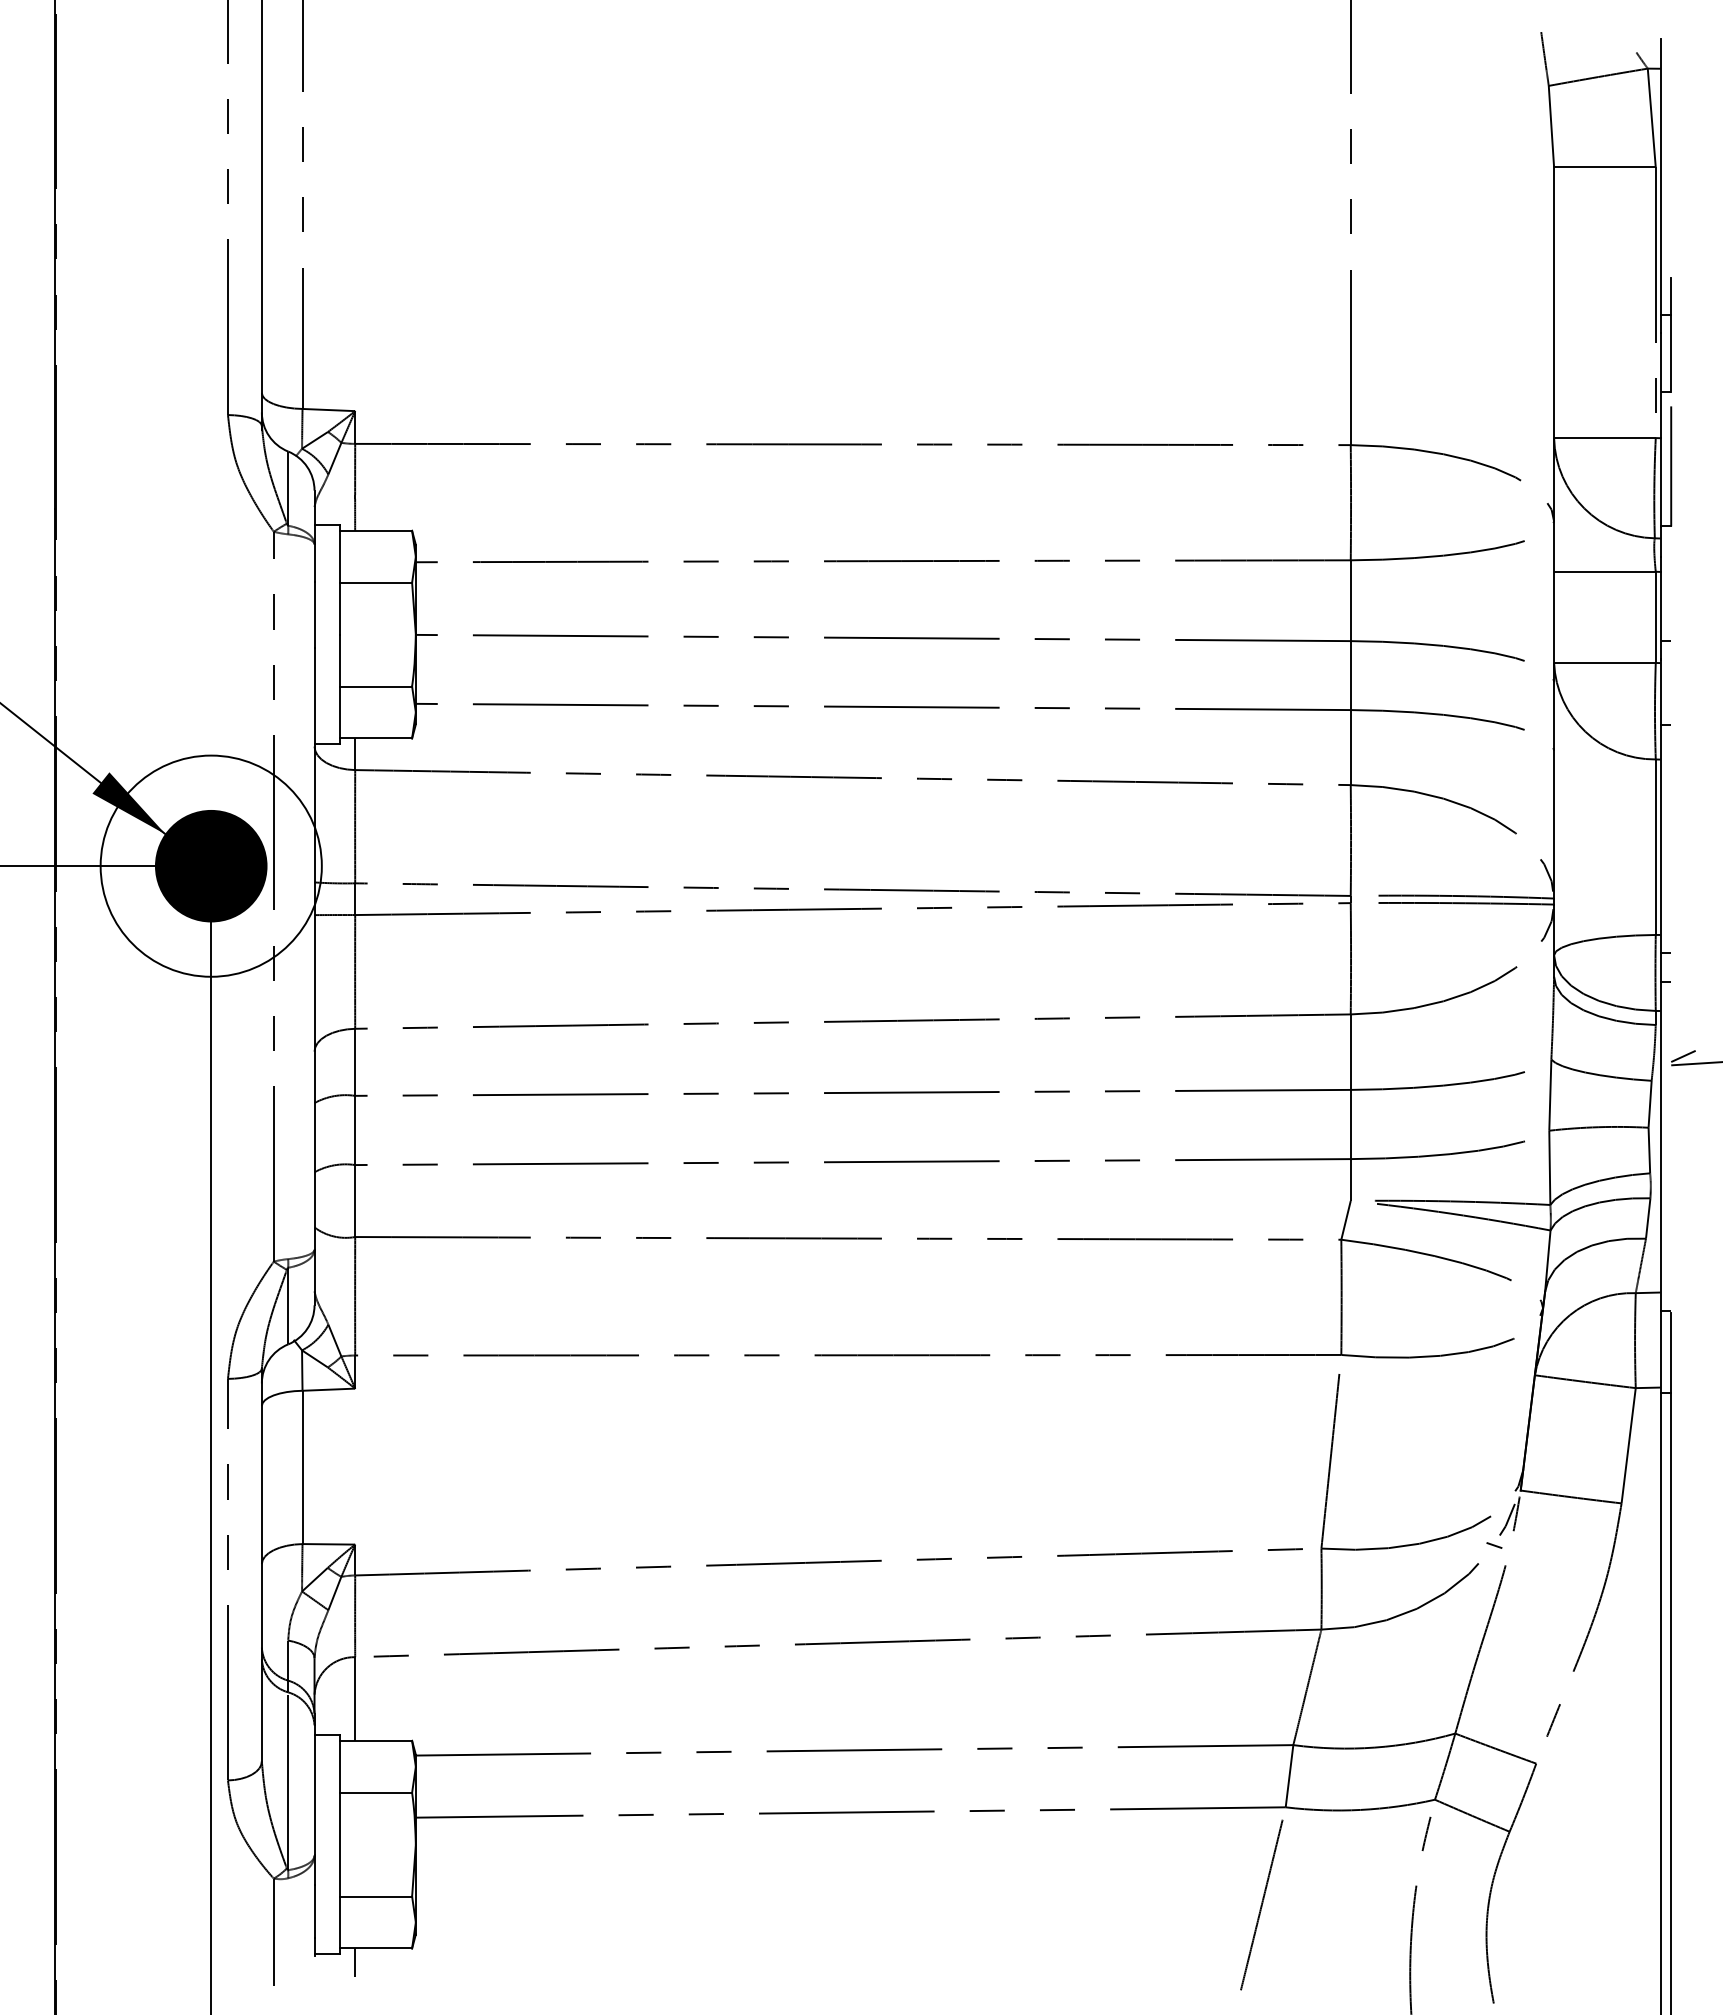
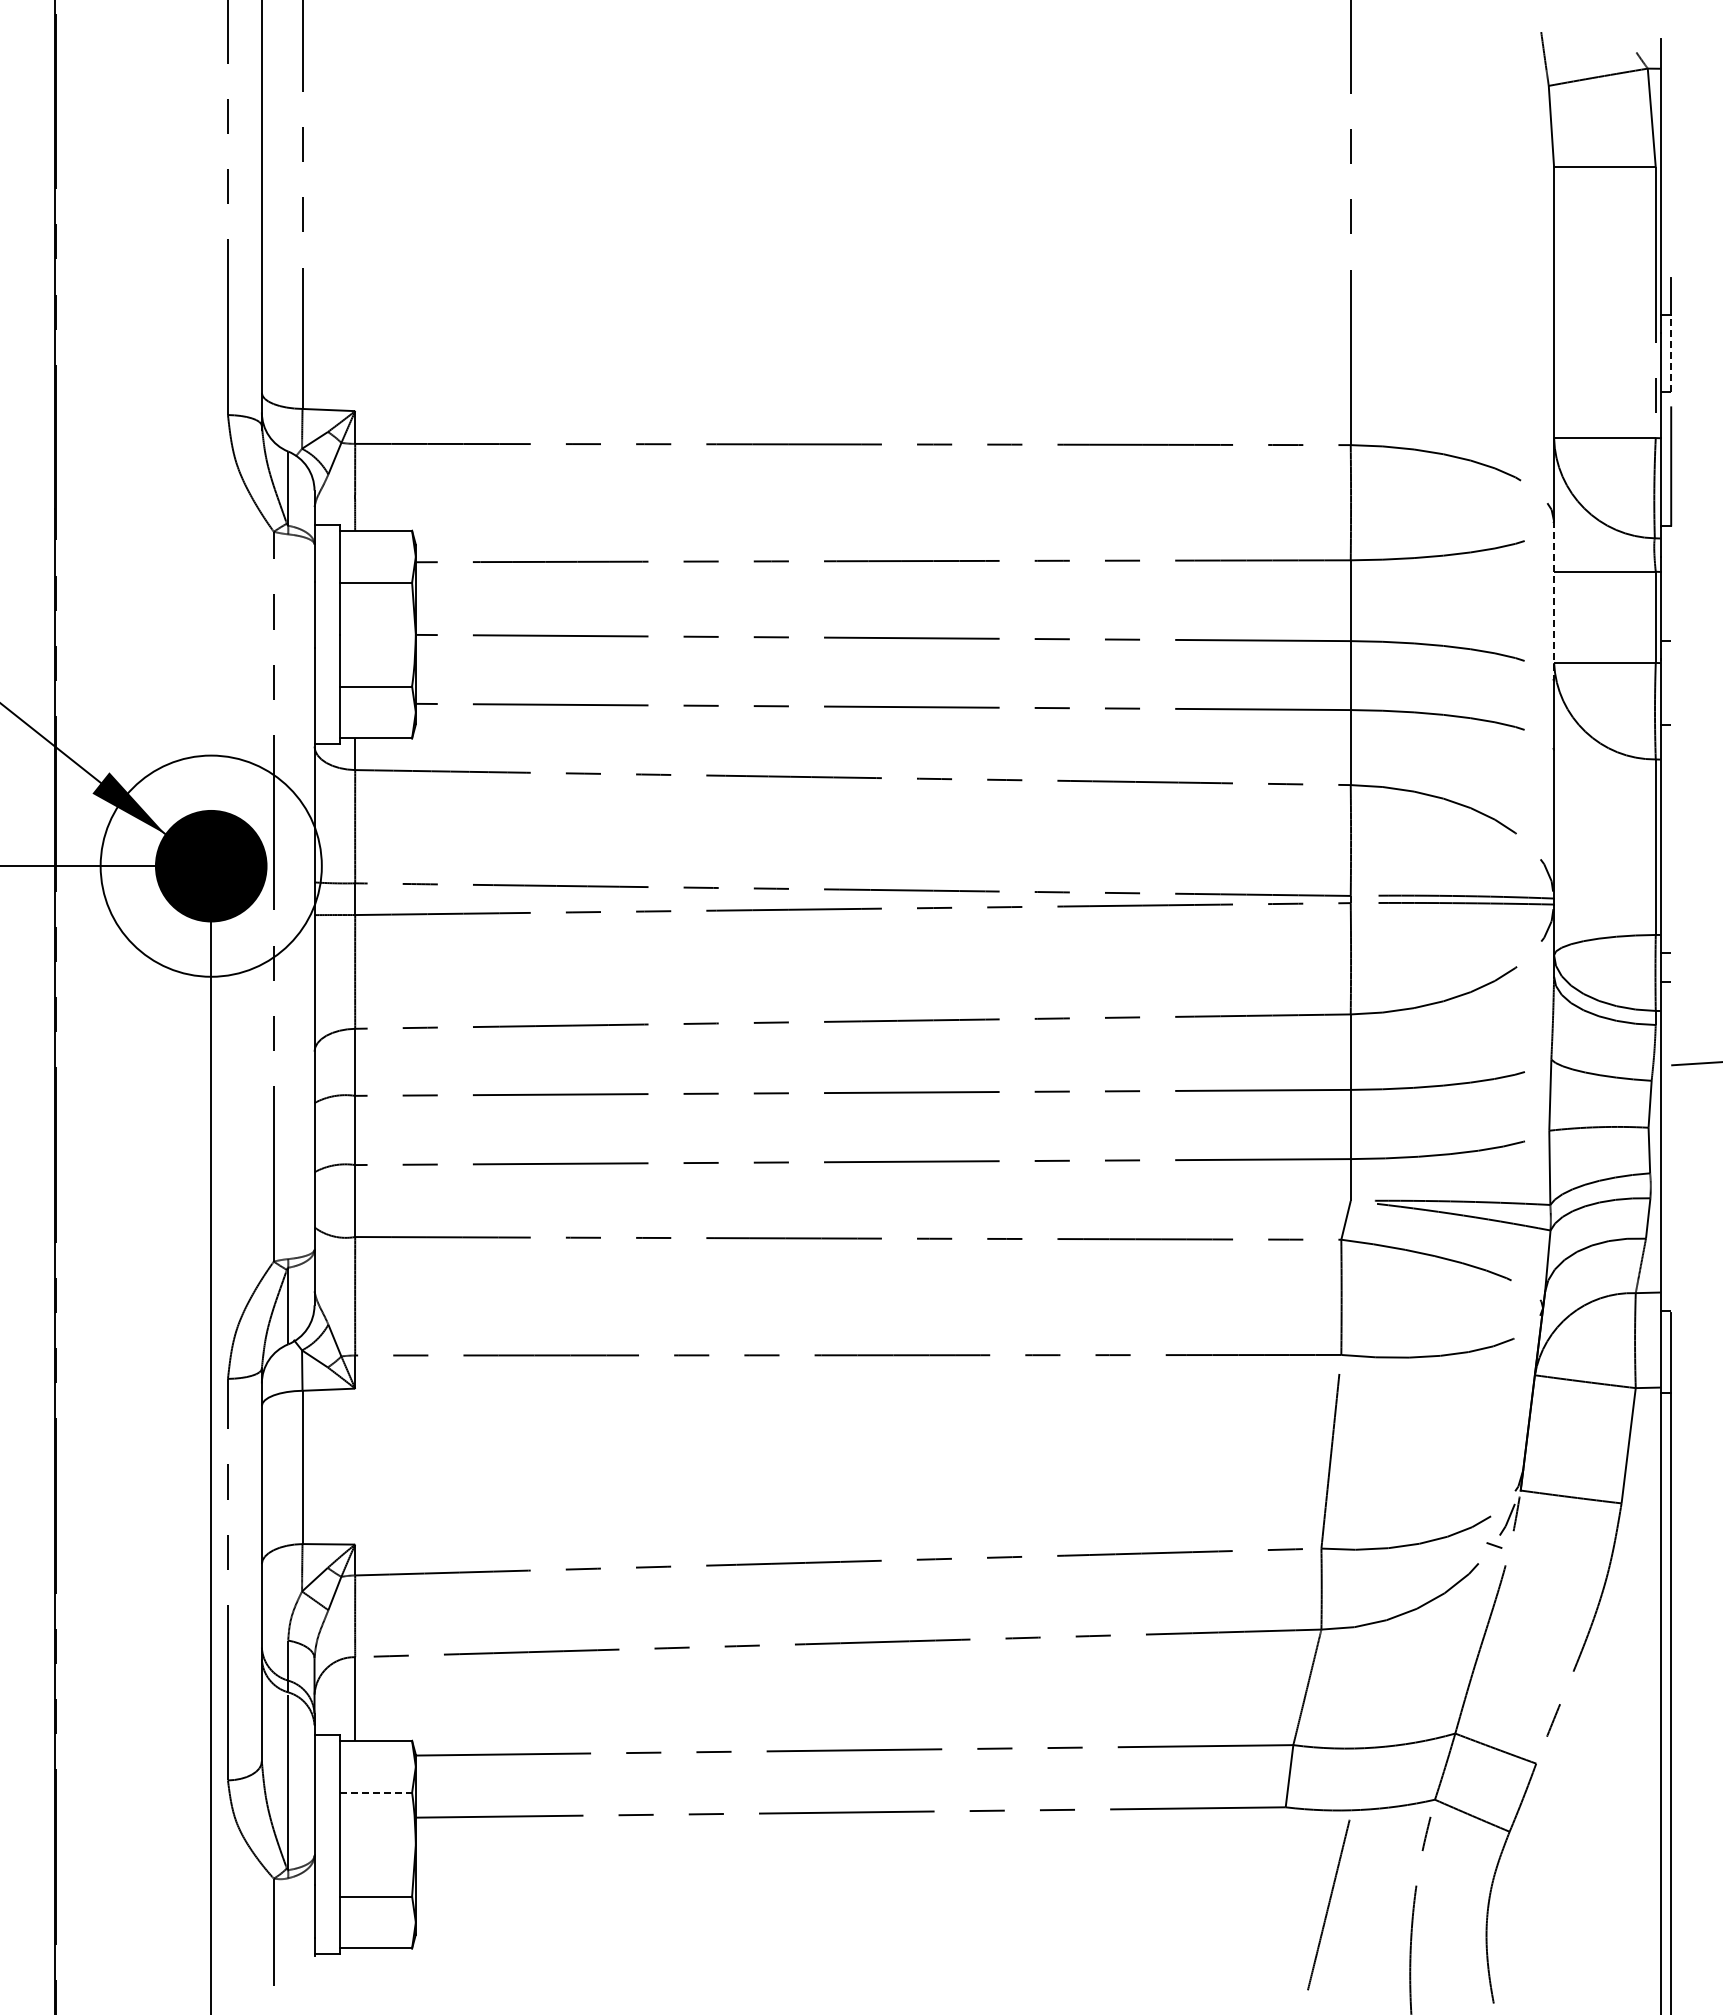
line at (1671, 352): solid -> dashed
line at (1554, 601): solid -> dashed
line at (1683, 1056): present -> none
line at (376, 1792): solid -> dashed
line at (1261, 1904) position: (1261, 1904) -> (1328, 1904)
line at (355, 1962): present -> none
